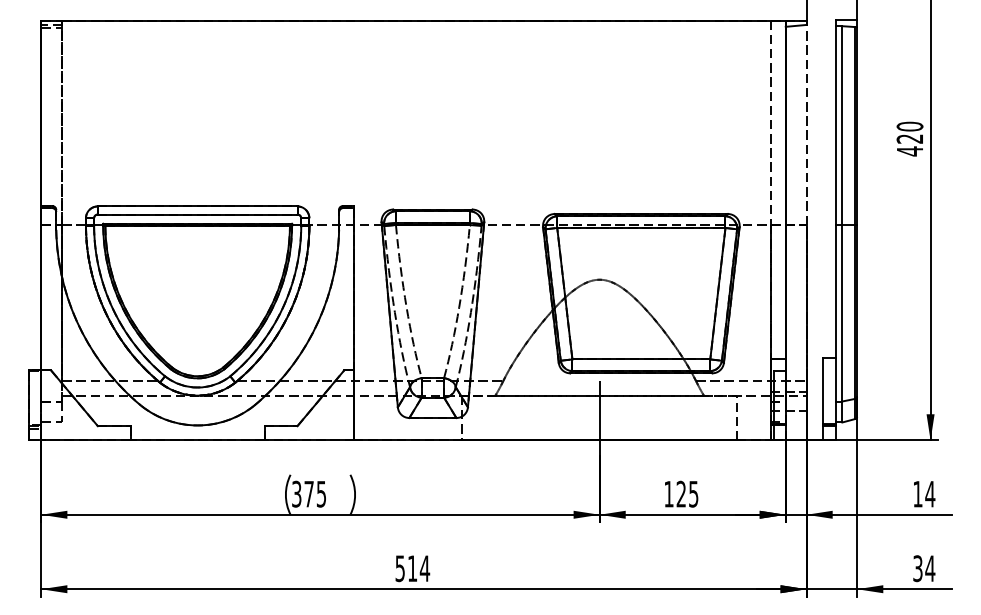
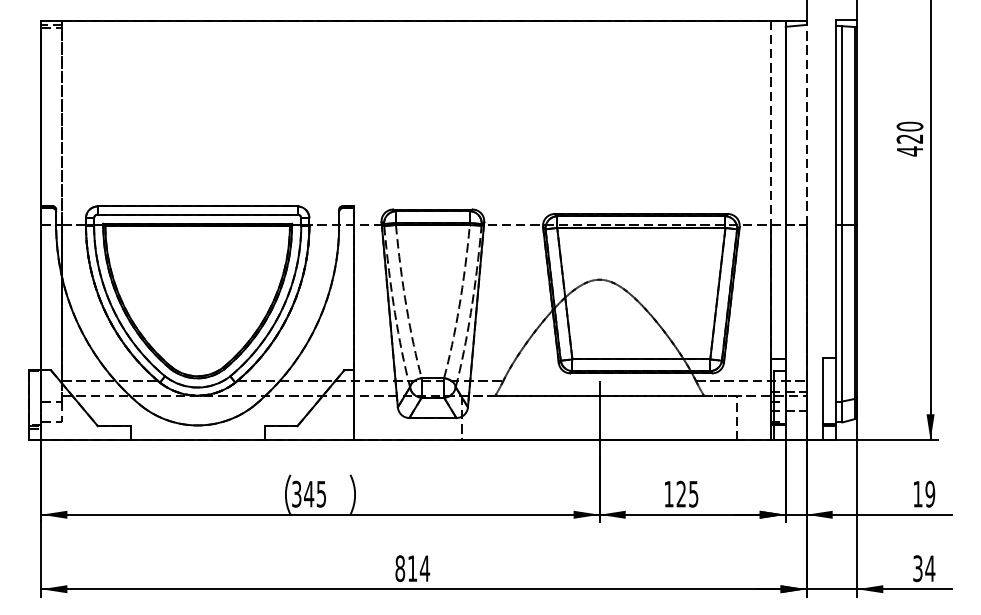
text at (930, 493): 14 -> 19
text at (309, 494): 375 -> 345
text at (400, 568): 514 -> 814
